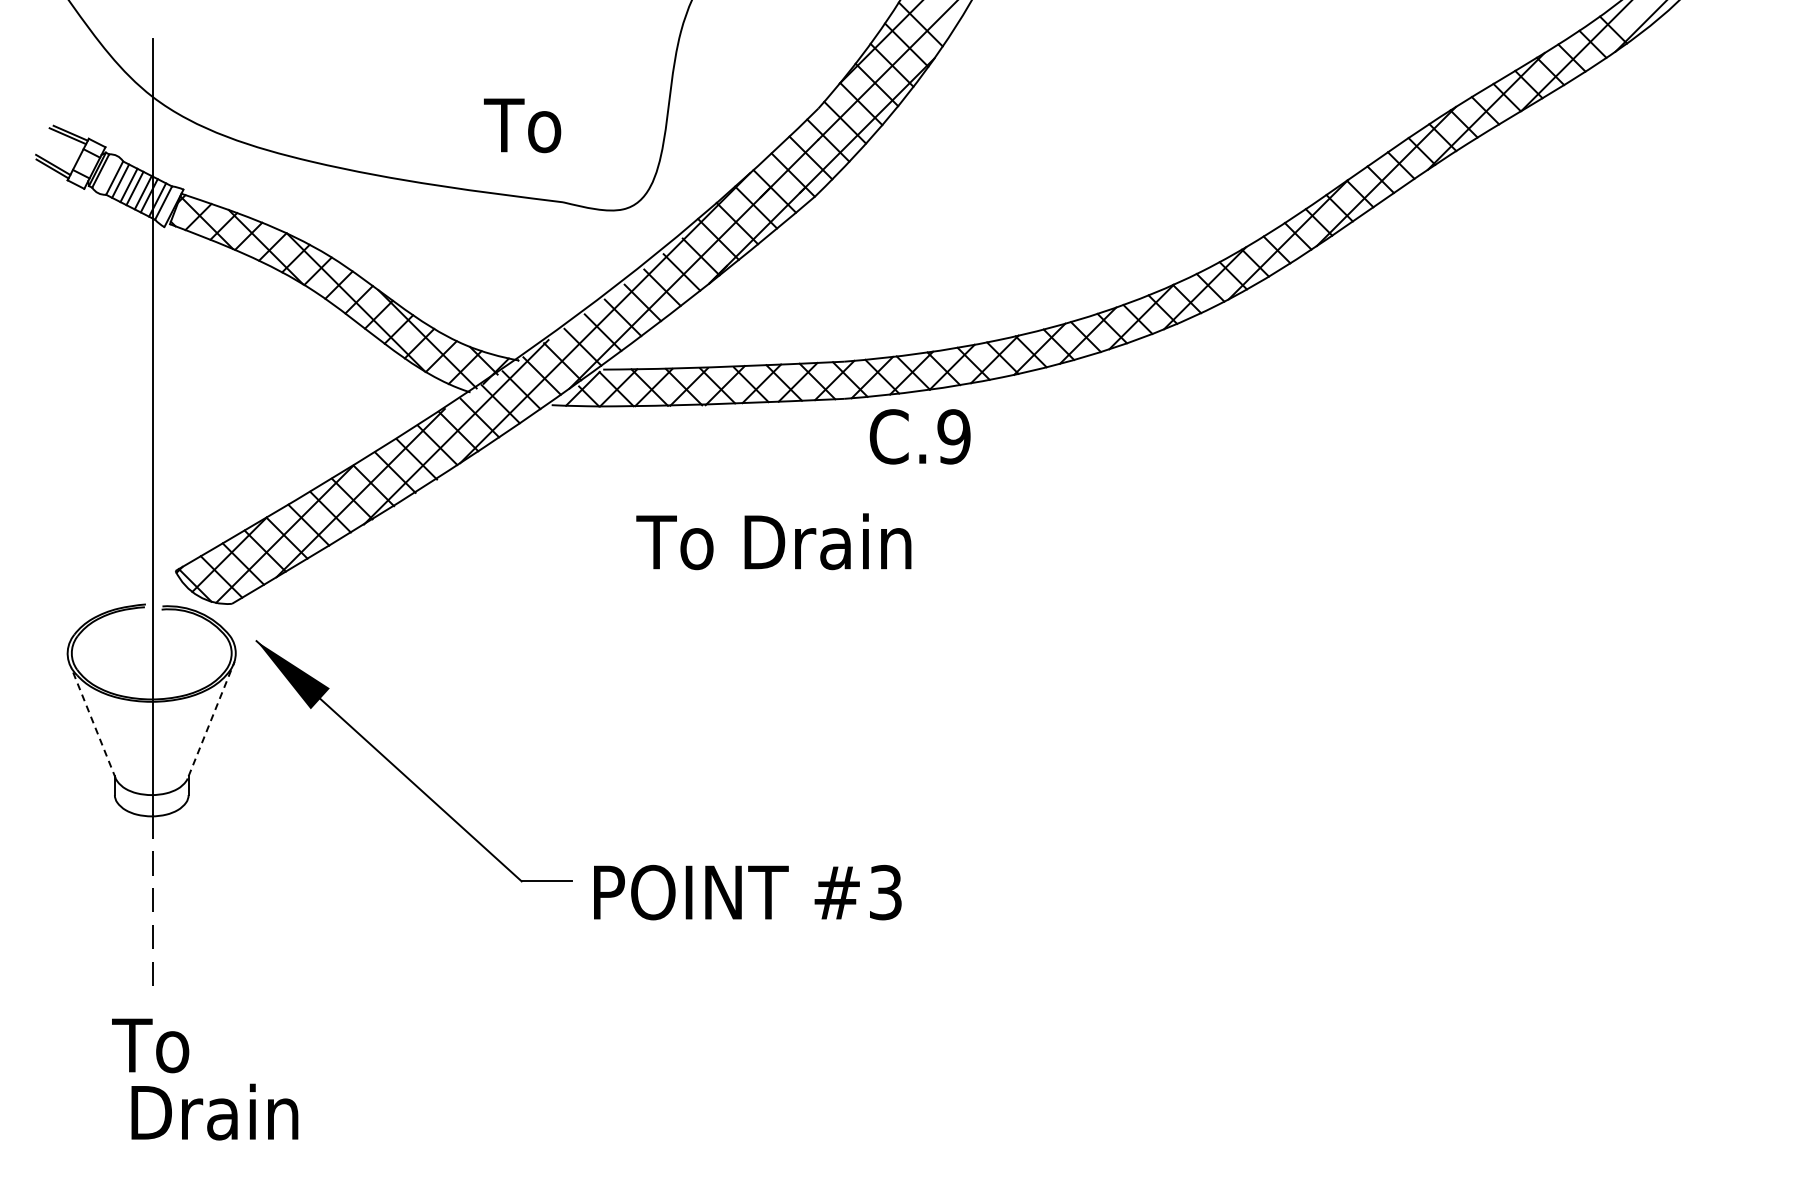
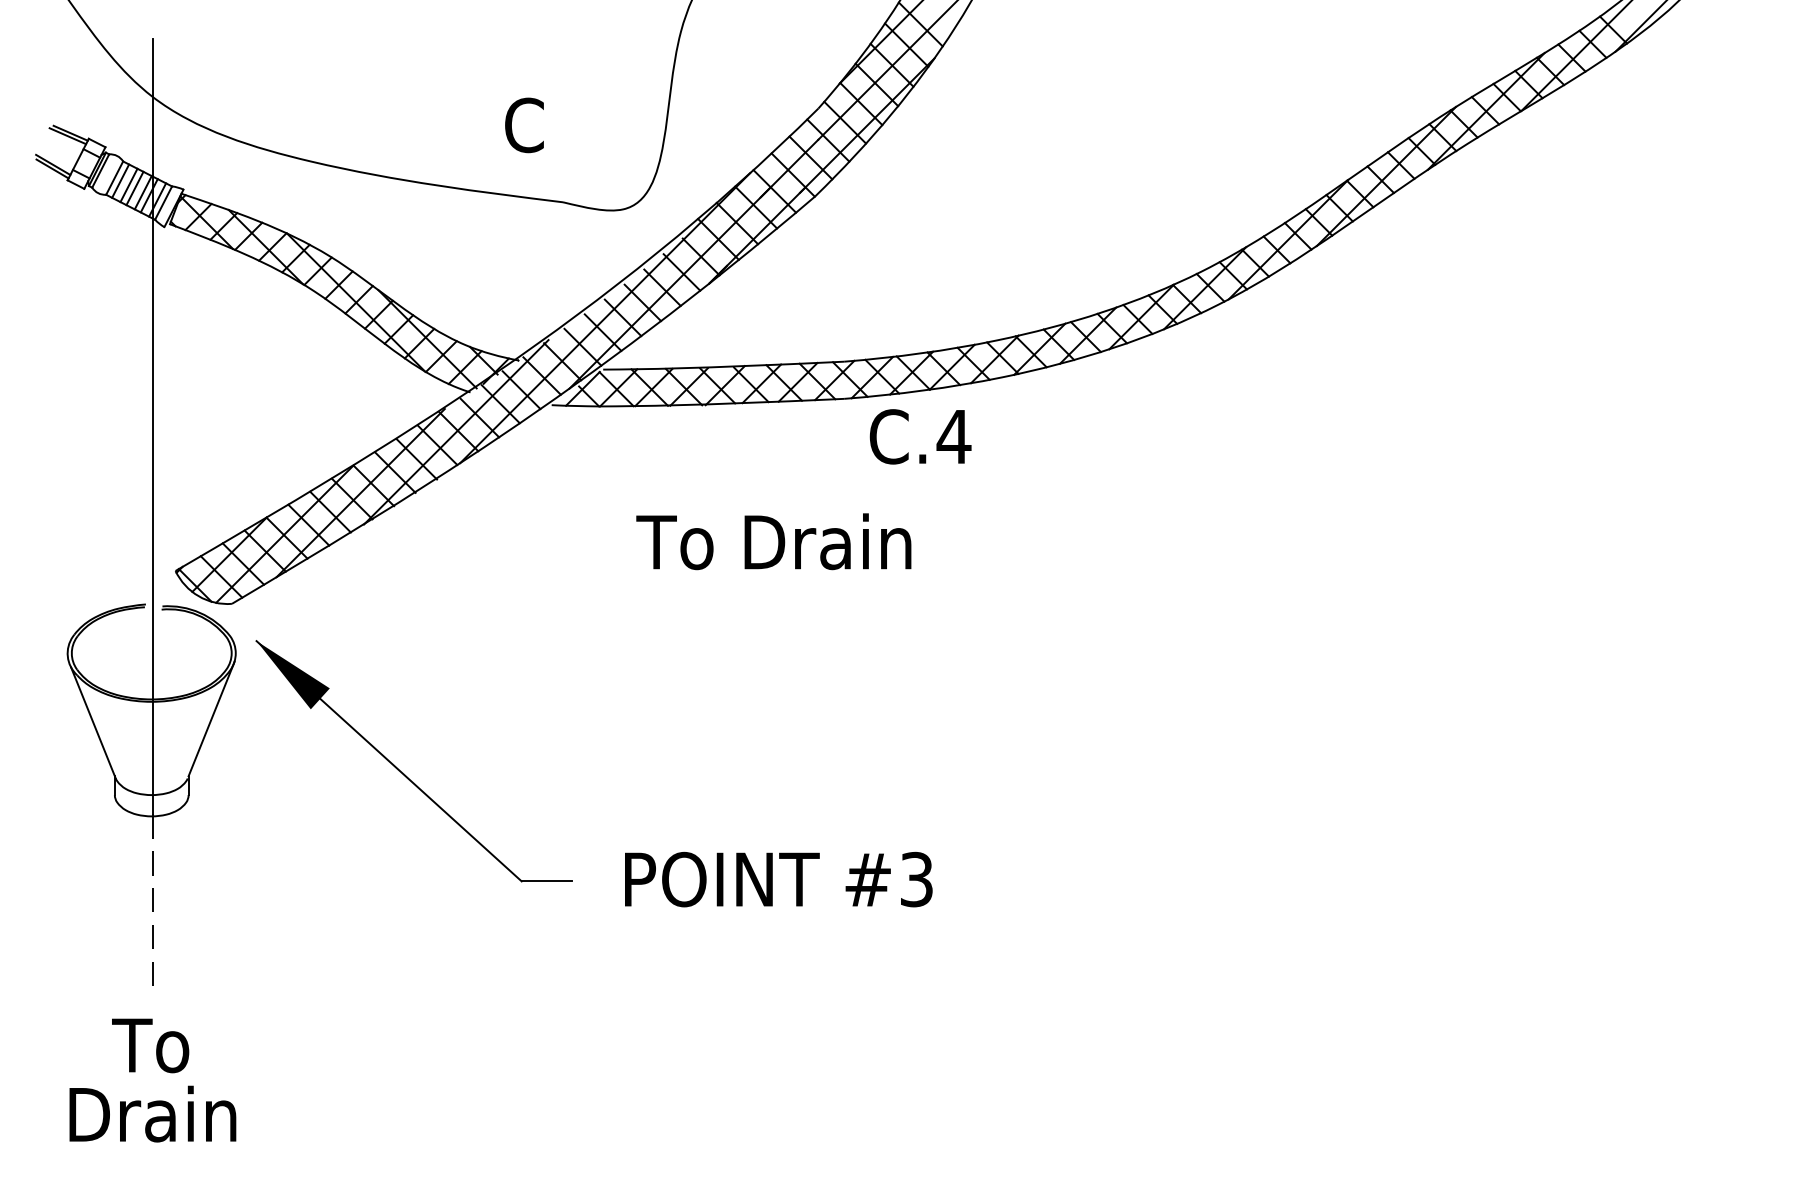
text at (522, 125): To -> C
text at (953, 436): C.9 -> C.4
line at (211, 719): dashed -> solid
line at (93, 723): dashed -> solid
text at (747, 892) position: (747, 892) -> (778, 879)
text at (214, 1111) position: (214, 1111) -> (152, 1113)
